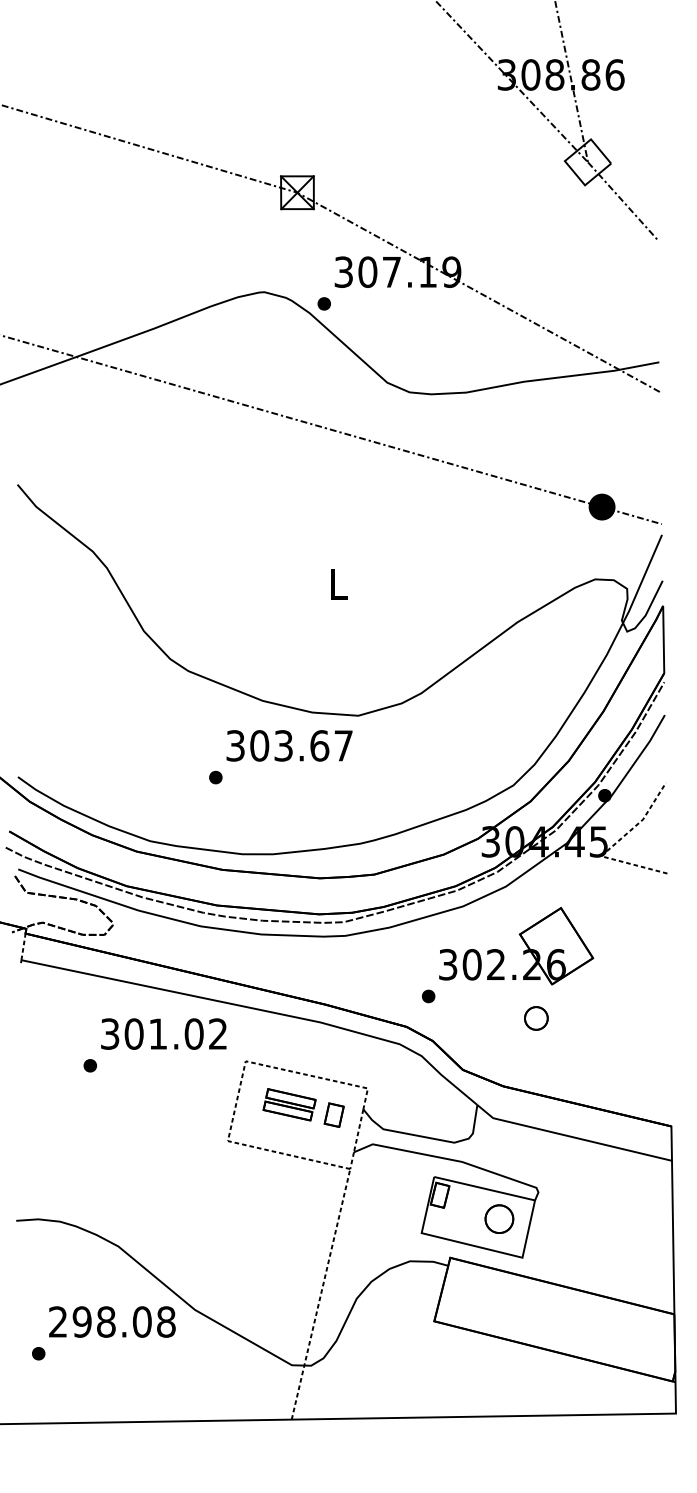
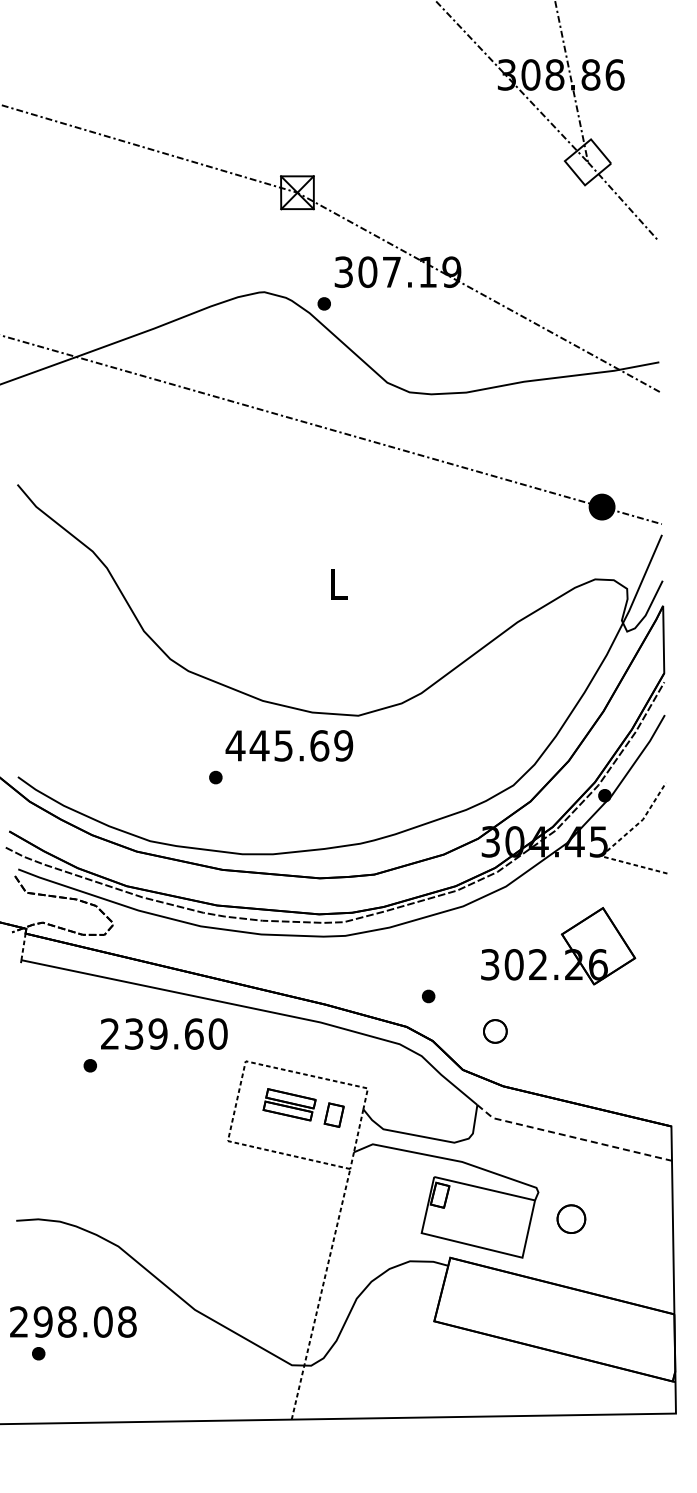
text at (289, 745): 303.67 -> 445.69
part at (523, 950) position: (523, 950) -> (565, 950)
part at (536, 1018) position: (536, 1018) -> (495, 1031)
text at (164, 1033): 301.02 -> 239.60
line at (571, 1136): solid -> dashed
part at (499, 1218) position: (499, 1218) -> (571, 1218)
text at (112, 1321) position: (112, 1321) -> (73, 1321)
